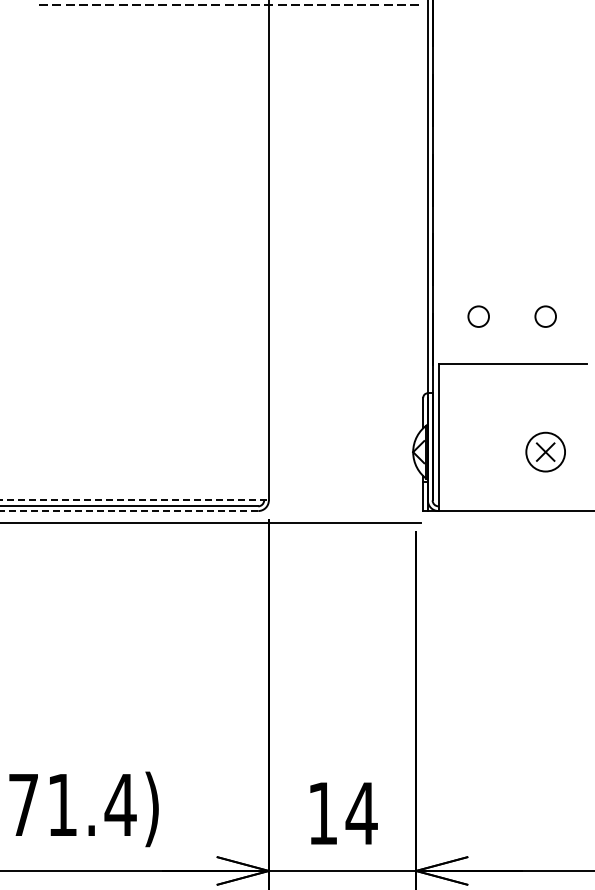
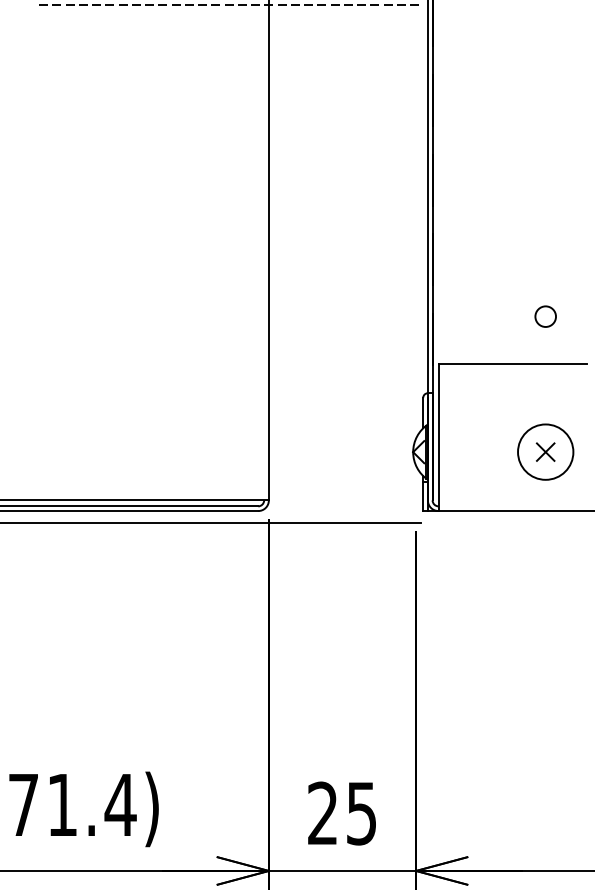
circle at (478, 316): present -> none
circle at (545, 451) diameter: 39 px -> 55 px
line at (135, 500): dashed -> solid
line at (129, 511): dashed -> solid
text at (342, 813): 14 -> 25
